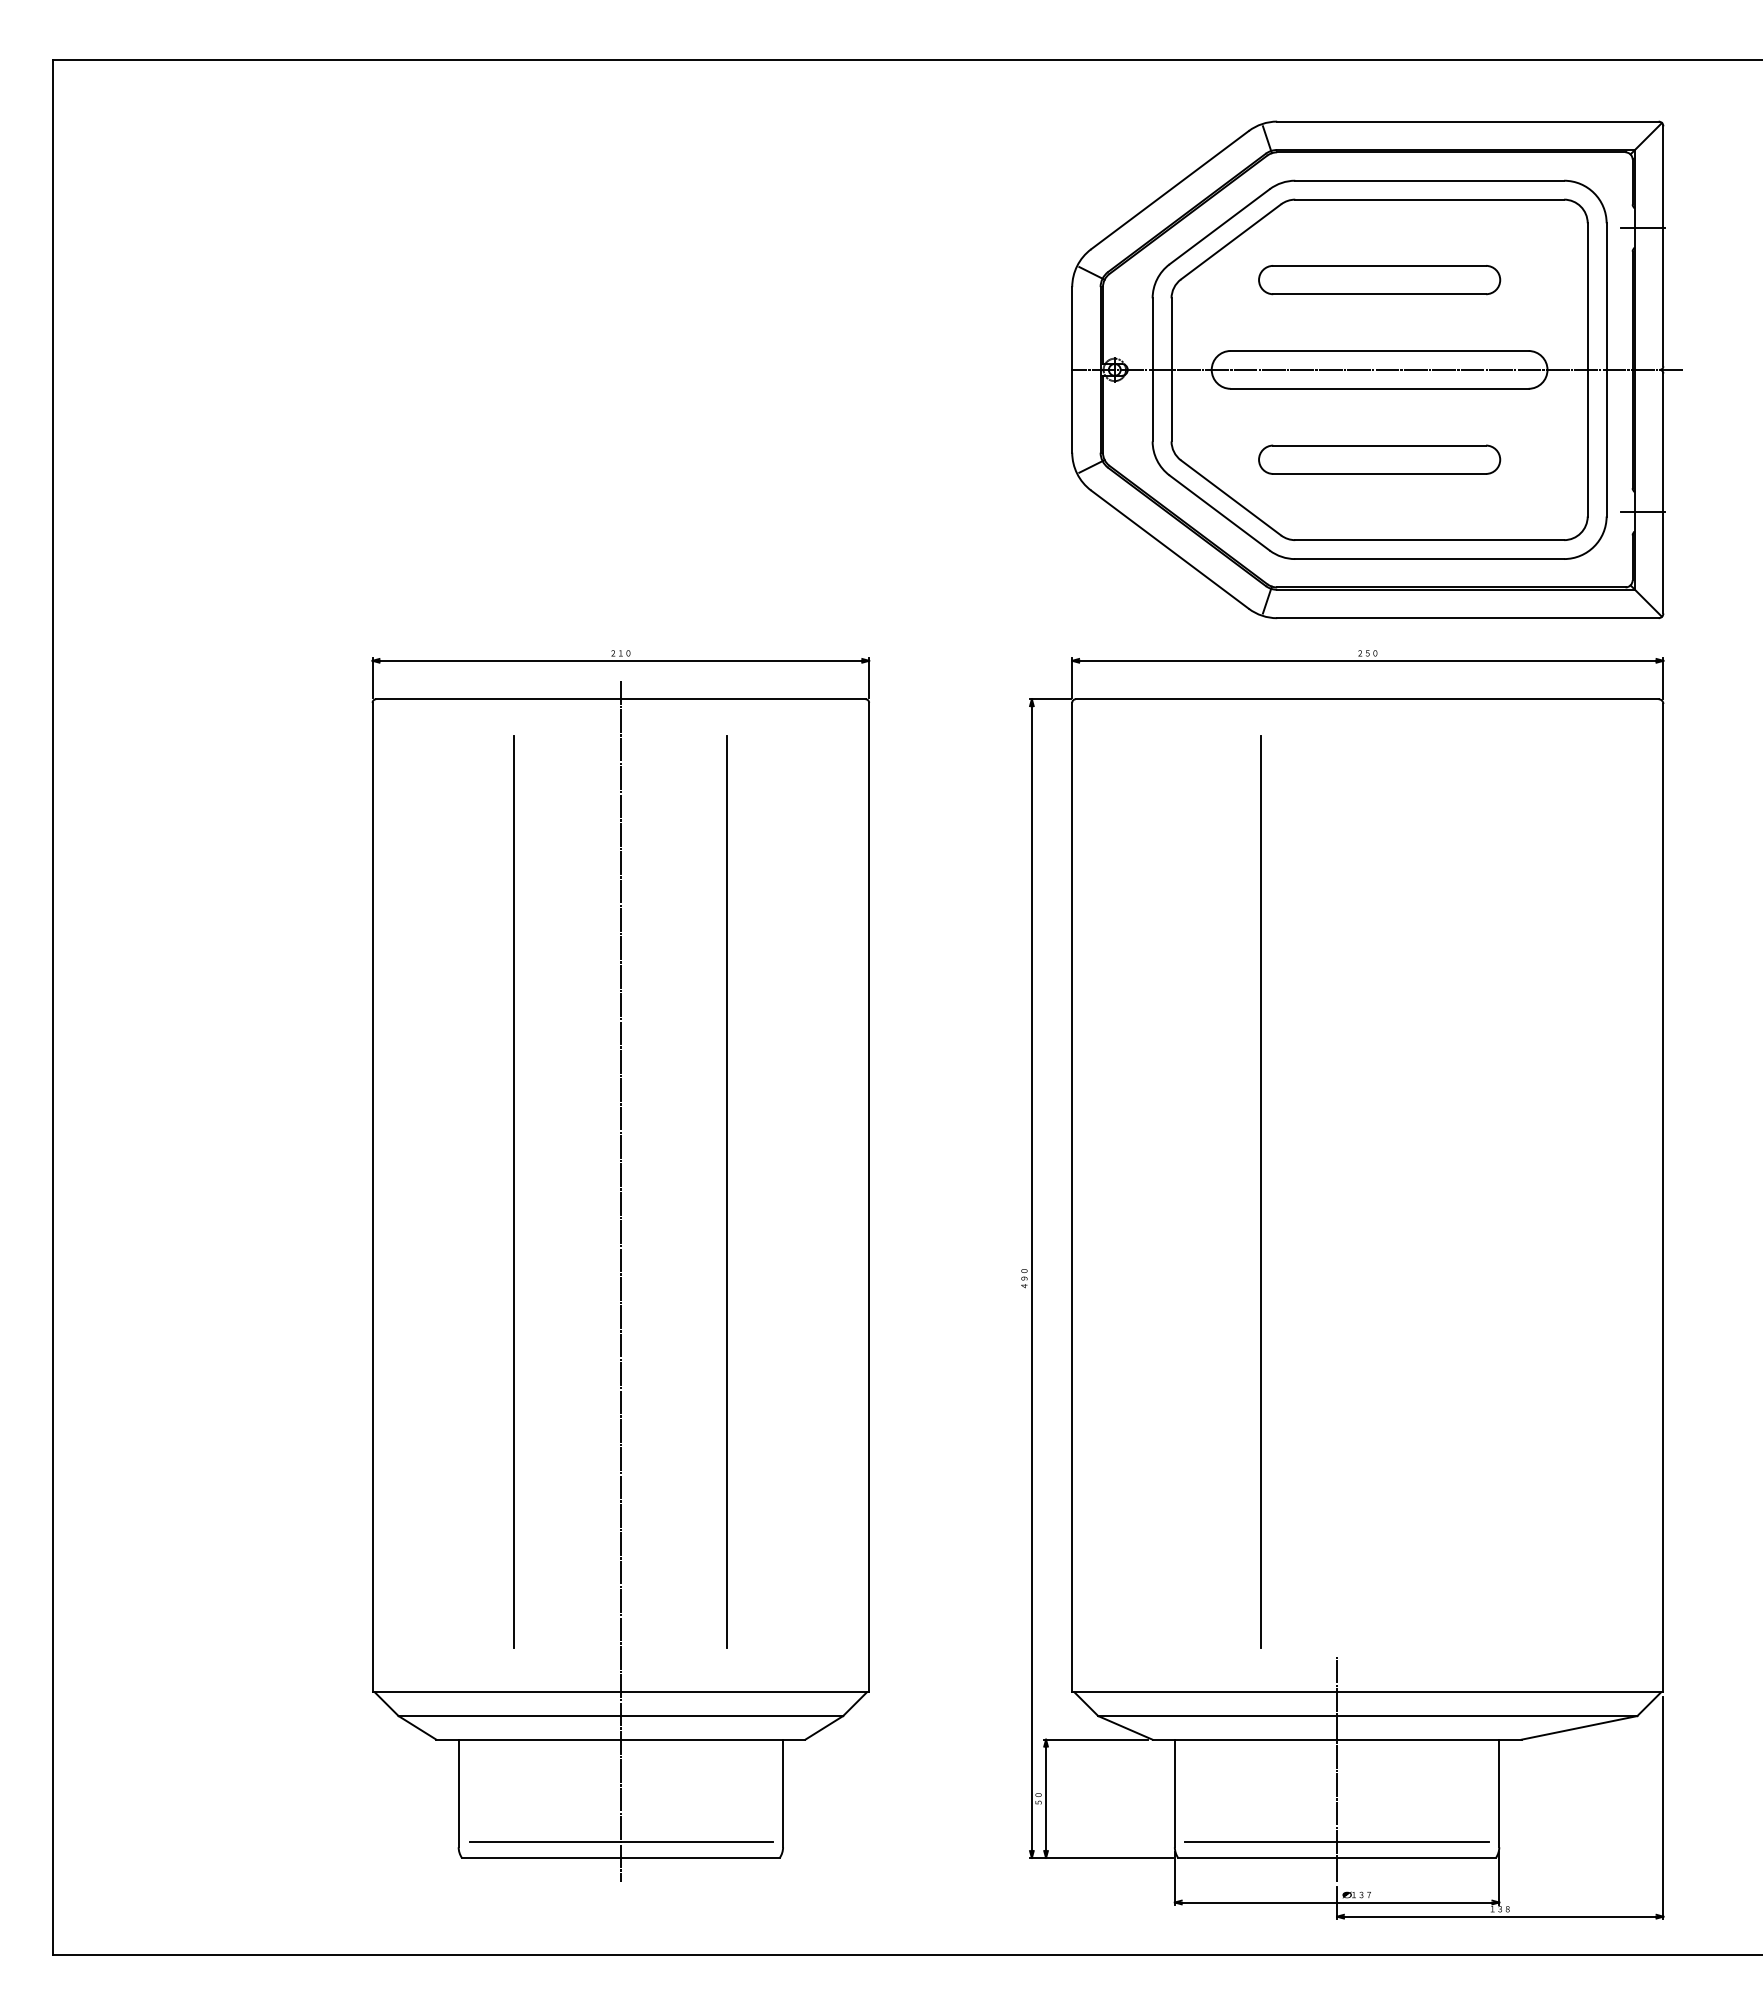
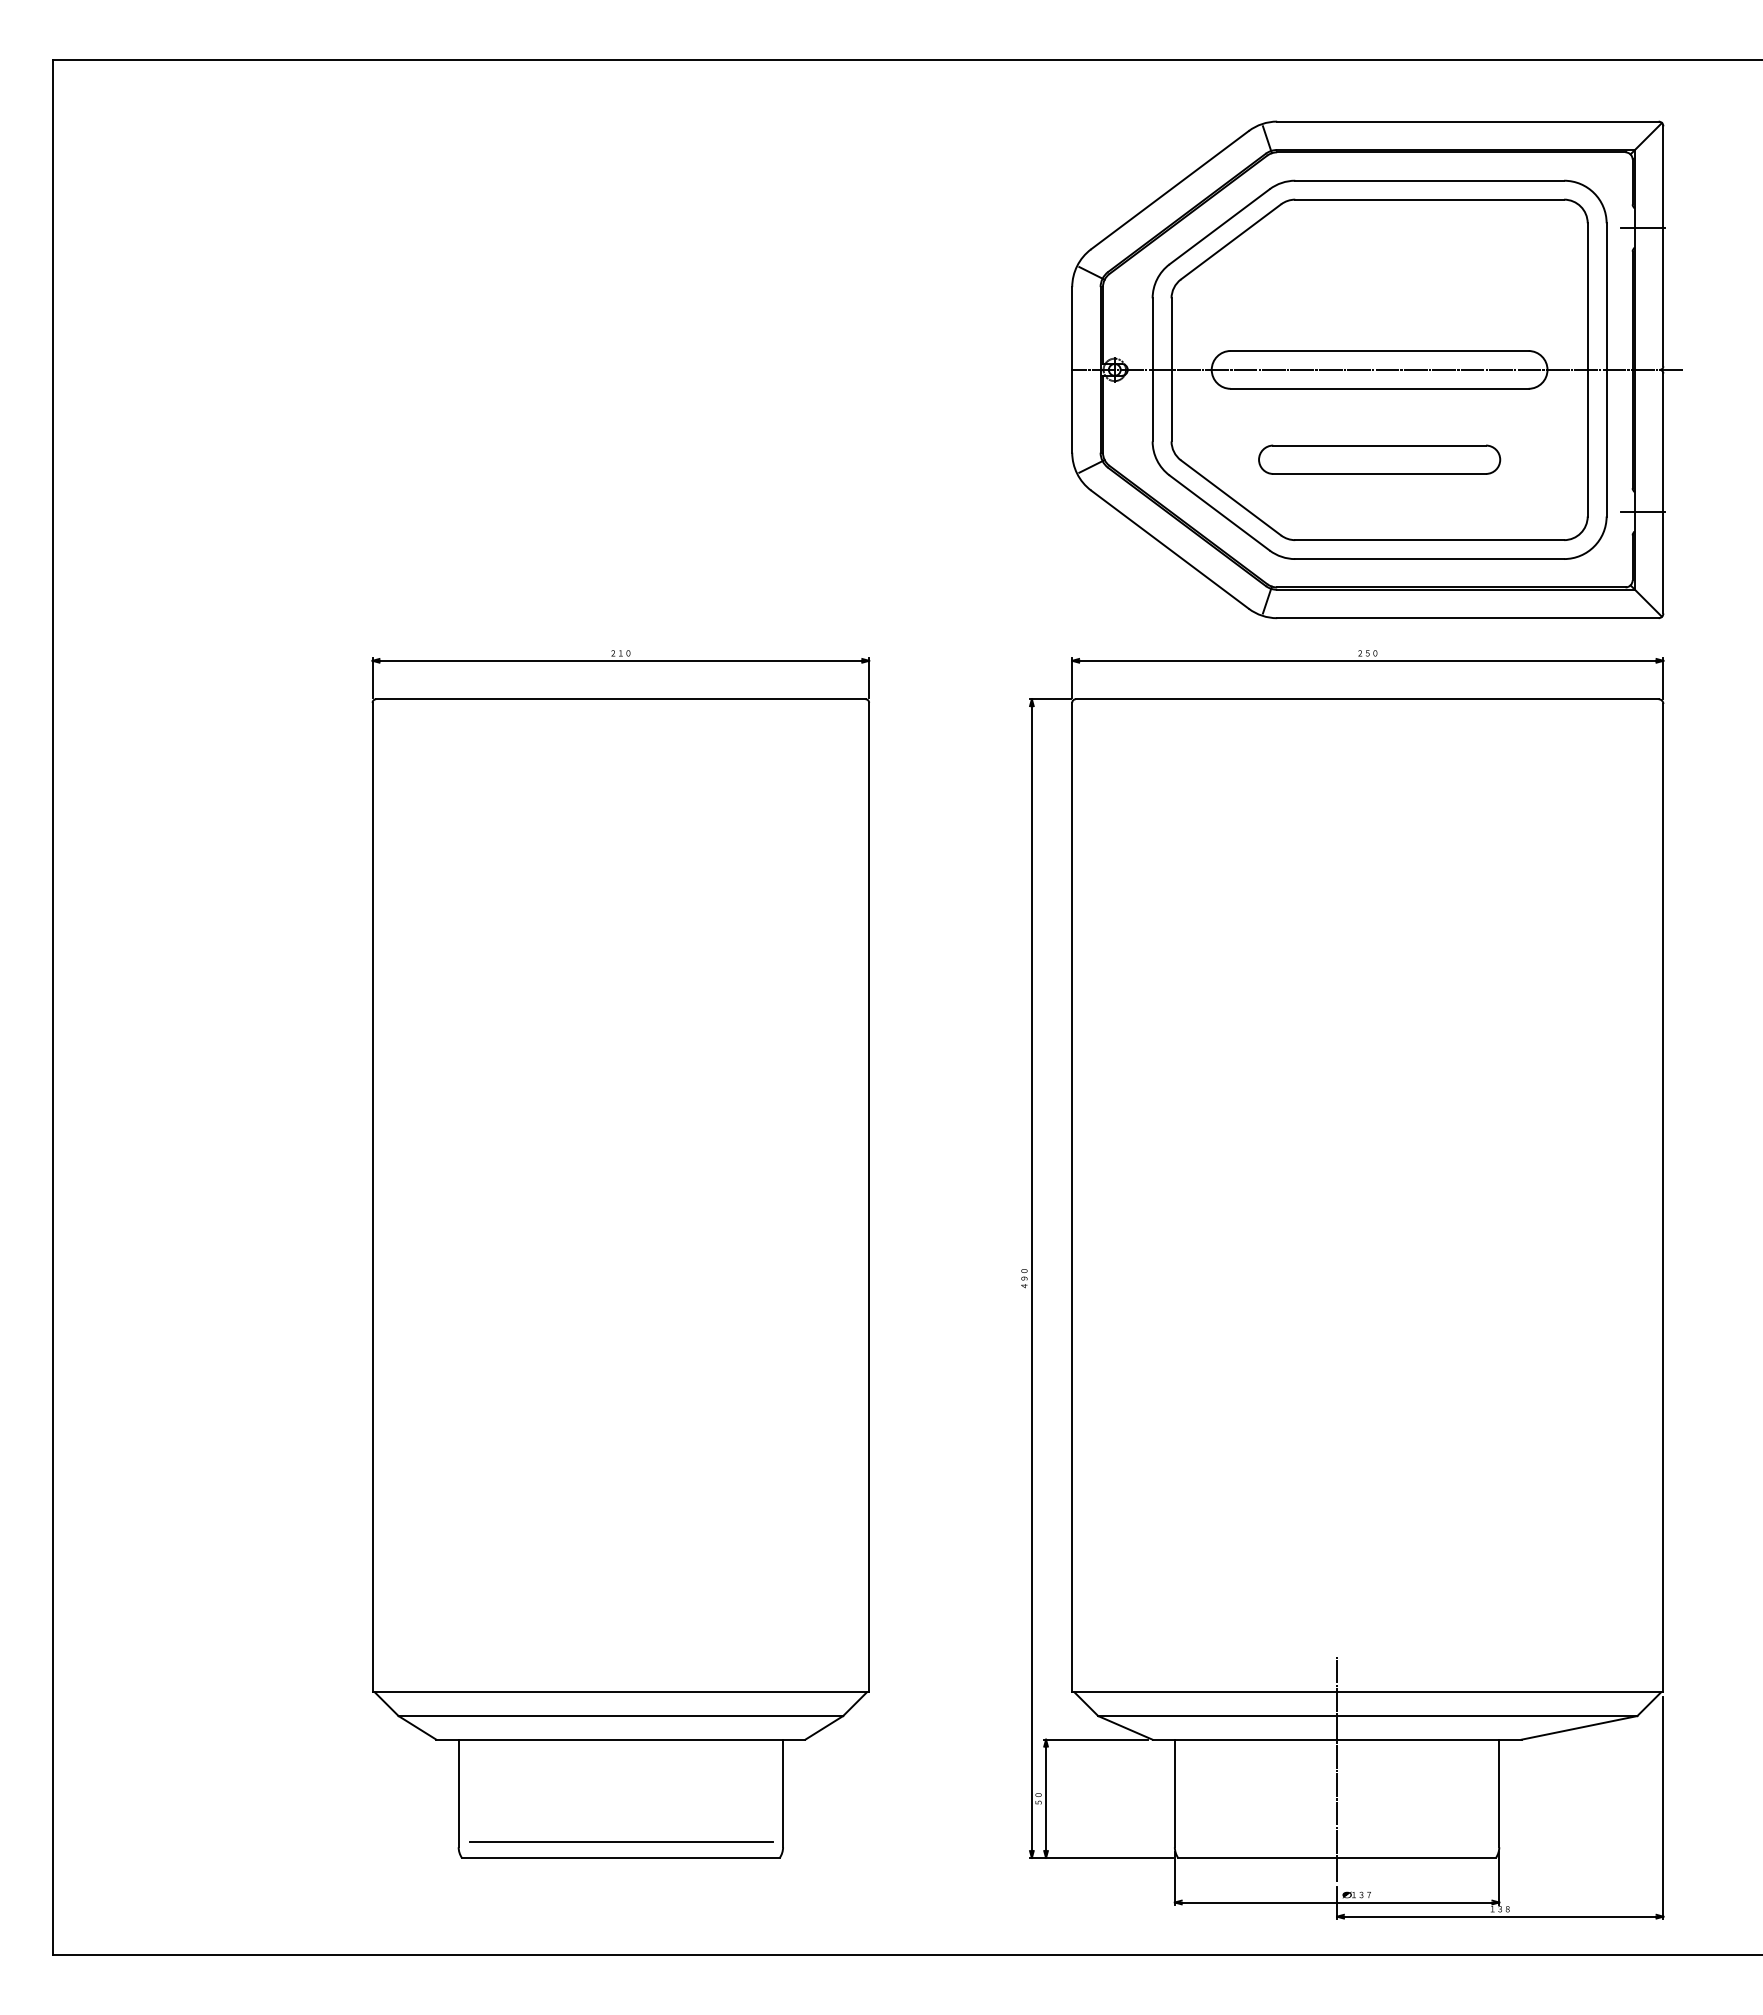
part at (1379, 280): present -> none
line at (514, 1191): present -> none
line at (726, 1191): present -> none
line at (1261, 1191): present -> none
line at (620, 1281): present -> none
line at (1336, 1842): present -> none
